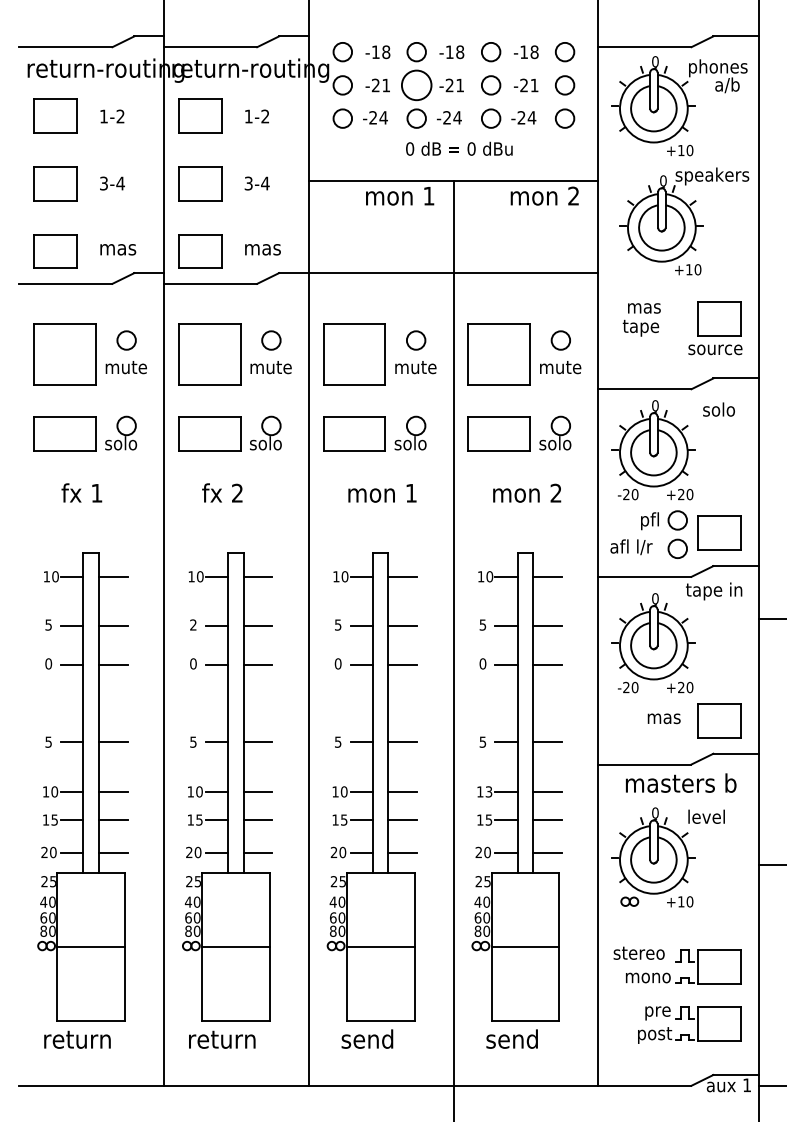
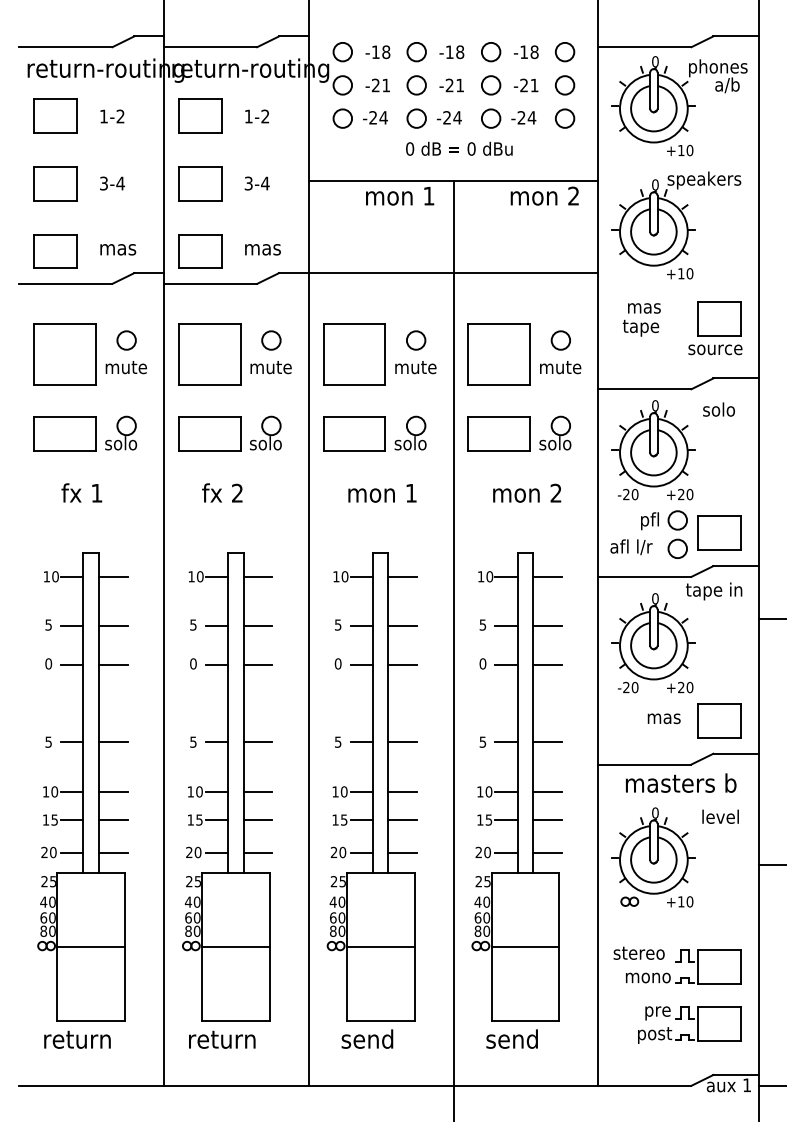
circle at (416, 85) diameter: 30 px -> 18 px
part at (684, 221) position: (684, 221) -> (676, 225)
text at (193, 624): 2 -> 5
text at (488, 791): 13 -> 10
text at (706, 816) position: (706, 816) -> (720, 816)
